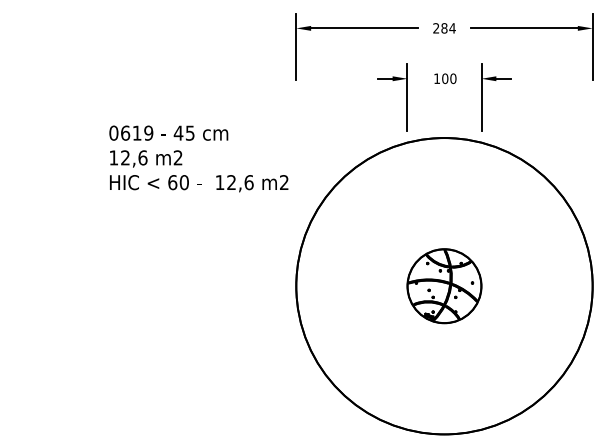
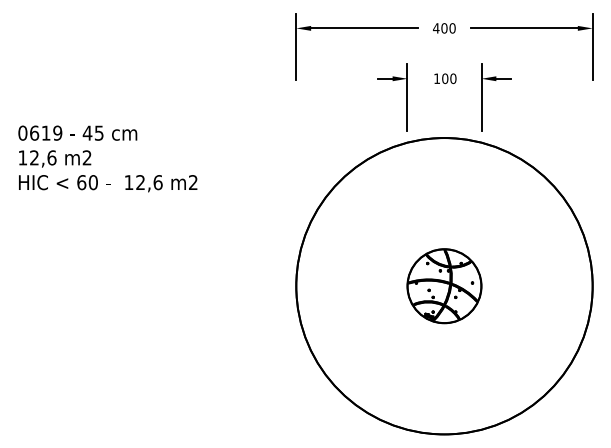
text at (444, 28): 284 -> 400
text at (198, 158) position: (198, 158) -> (107, 158)
